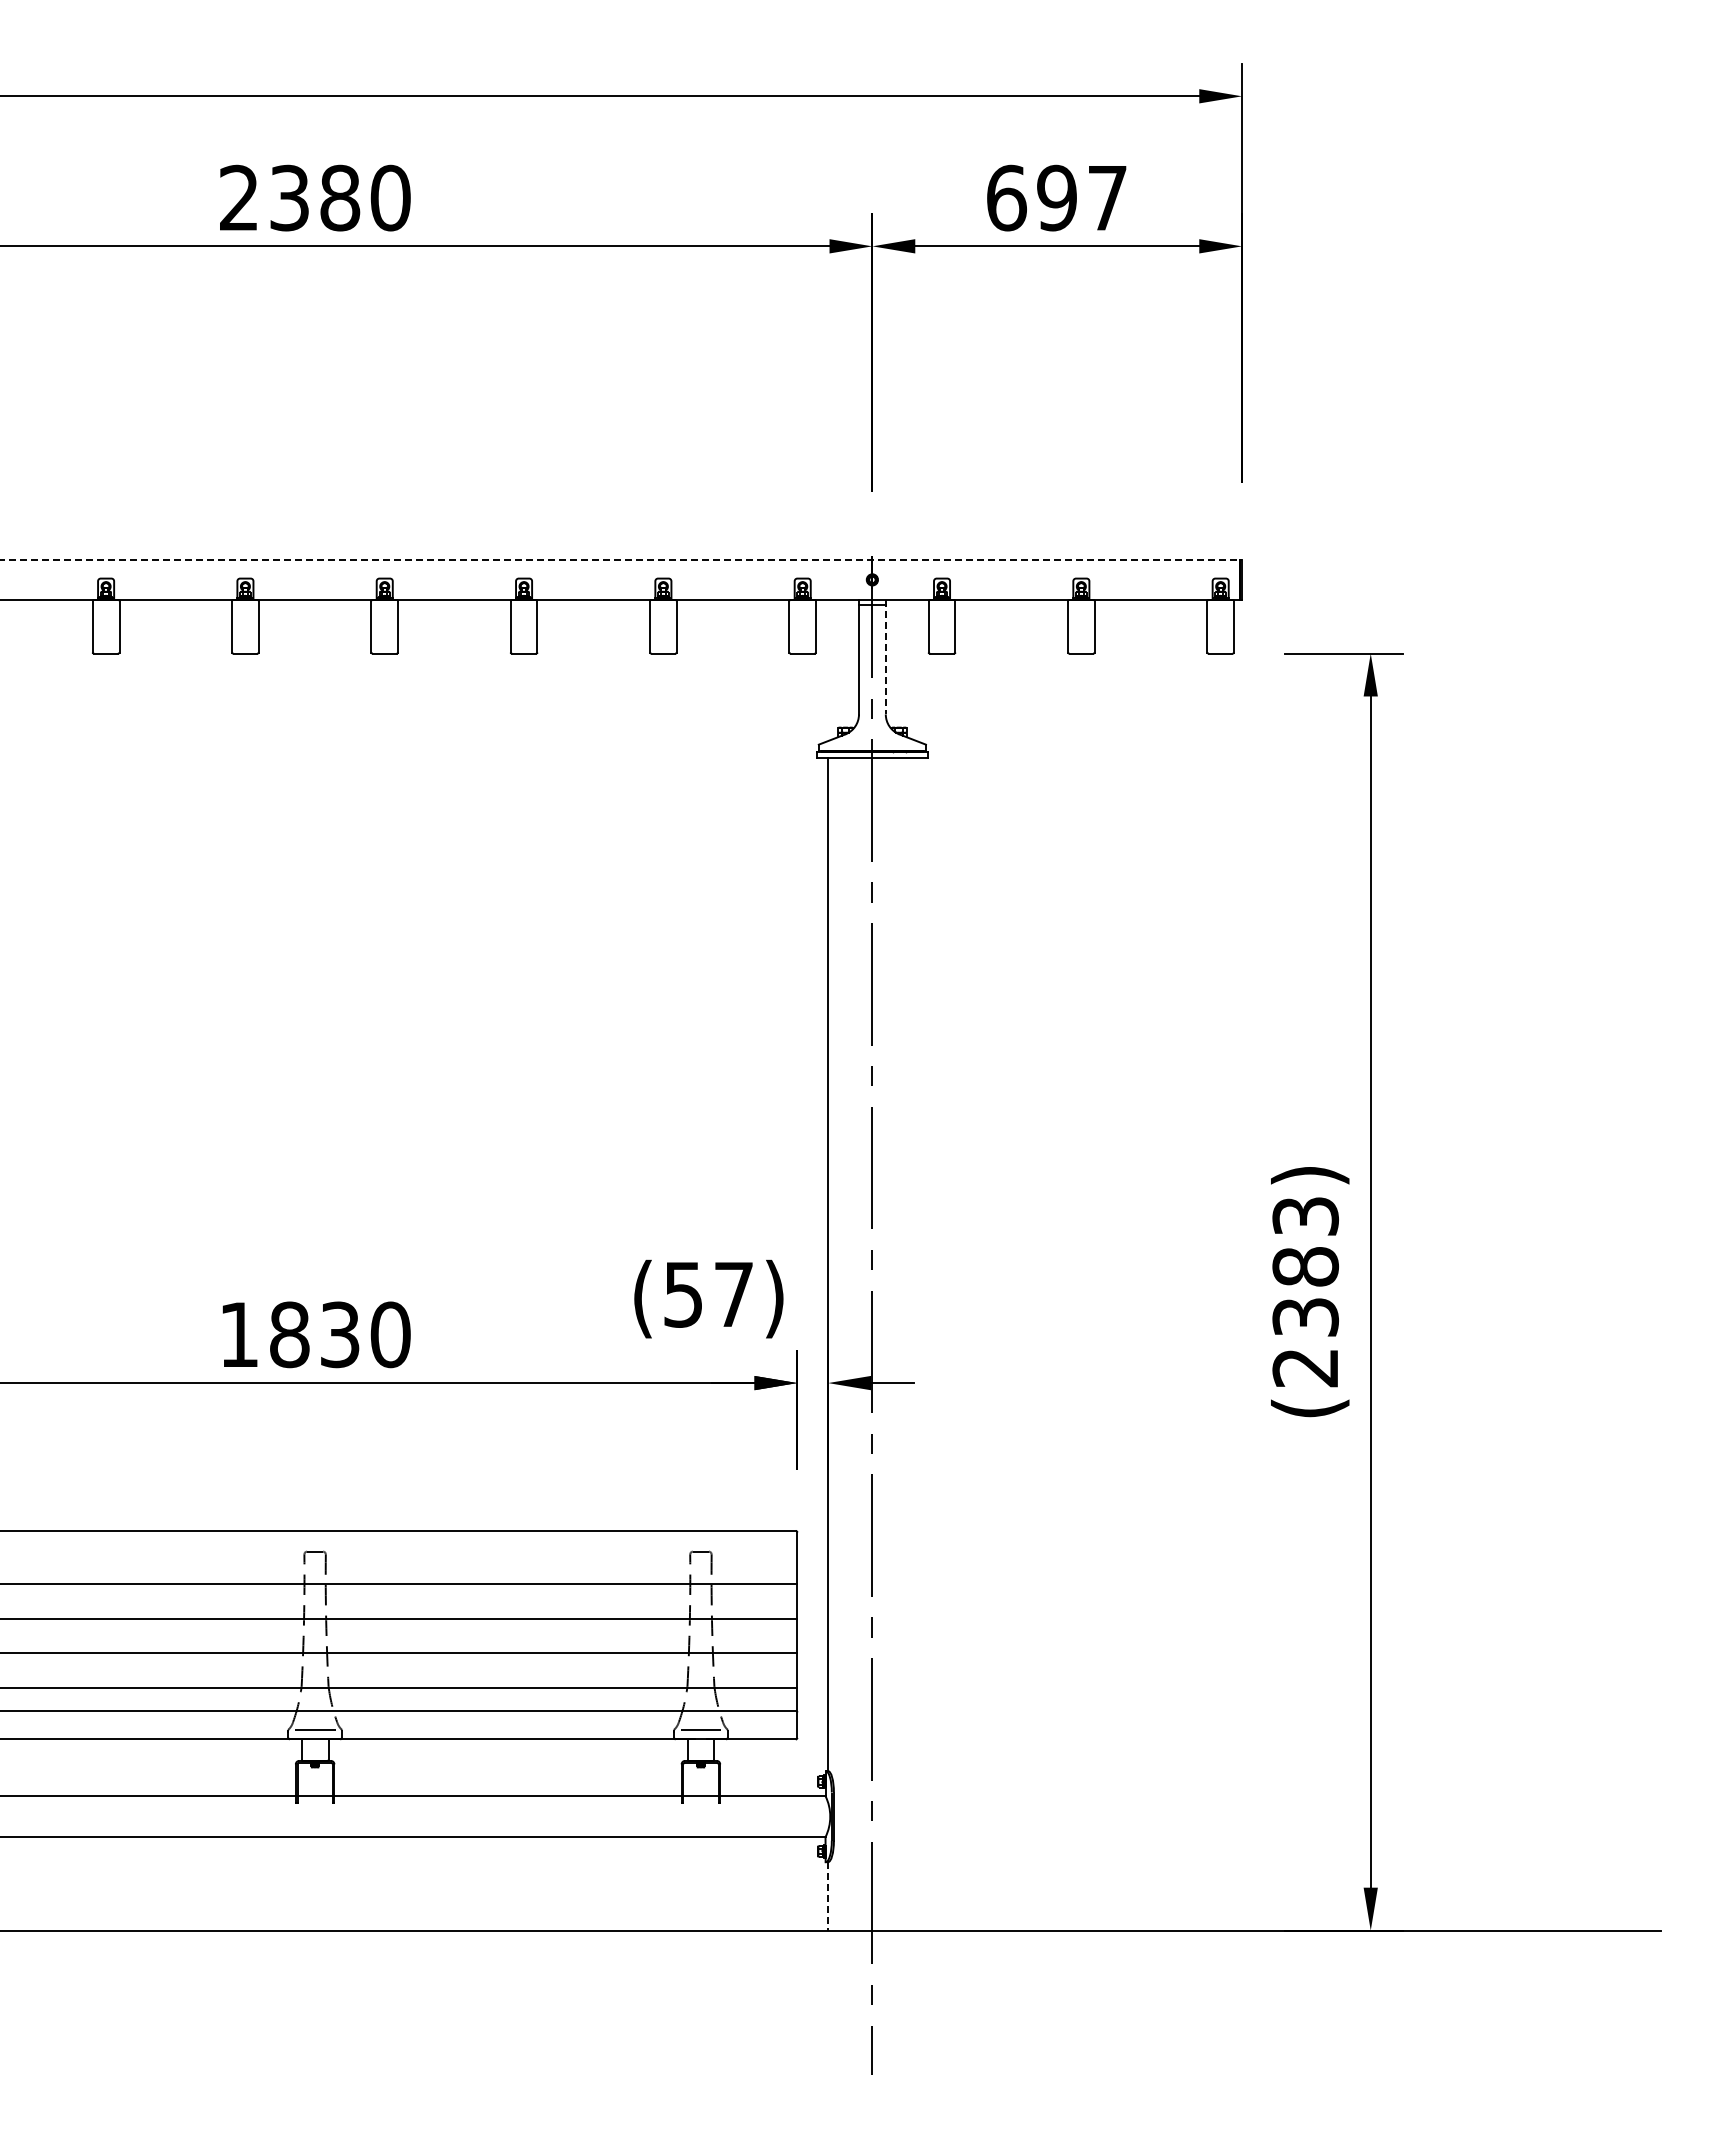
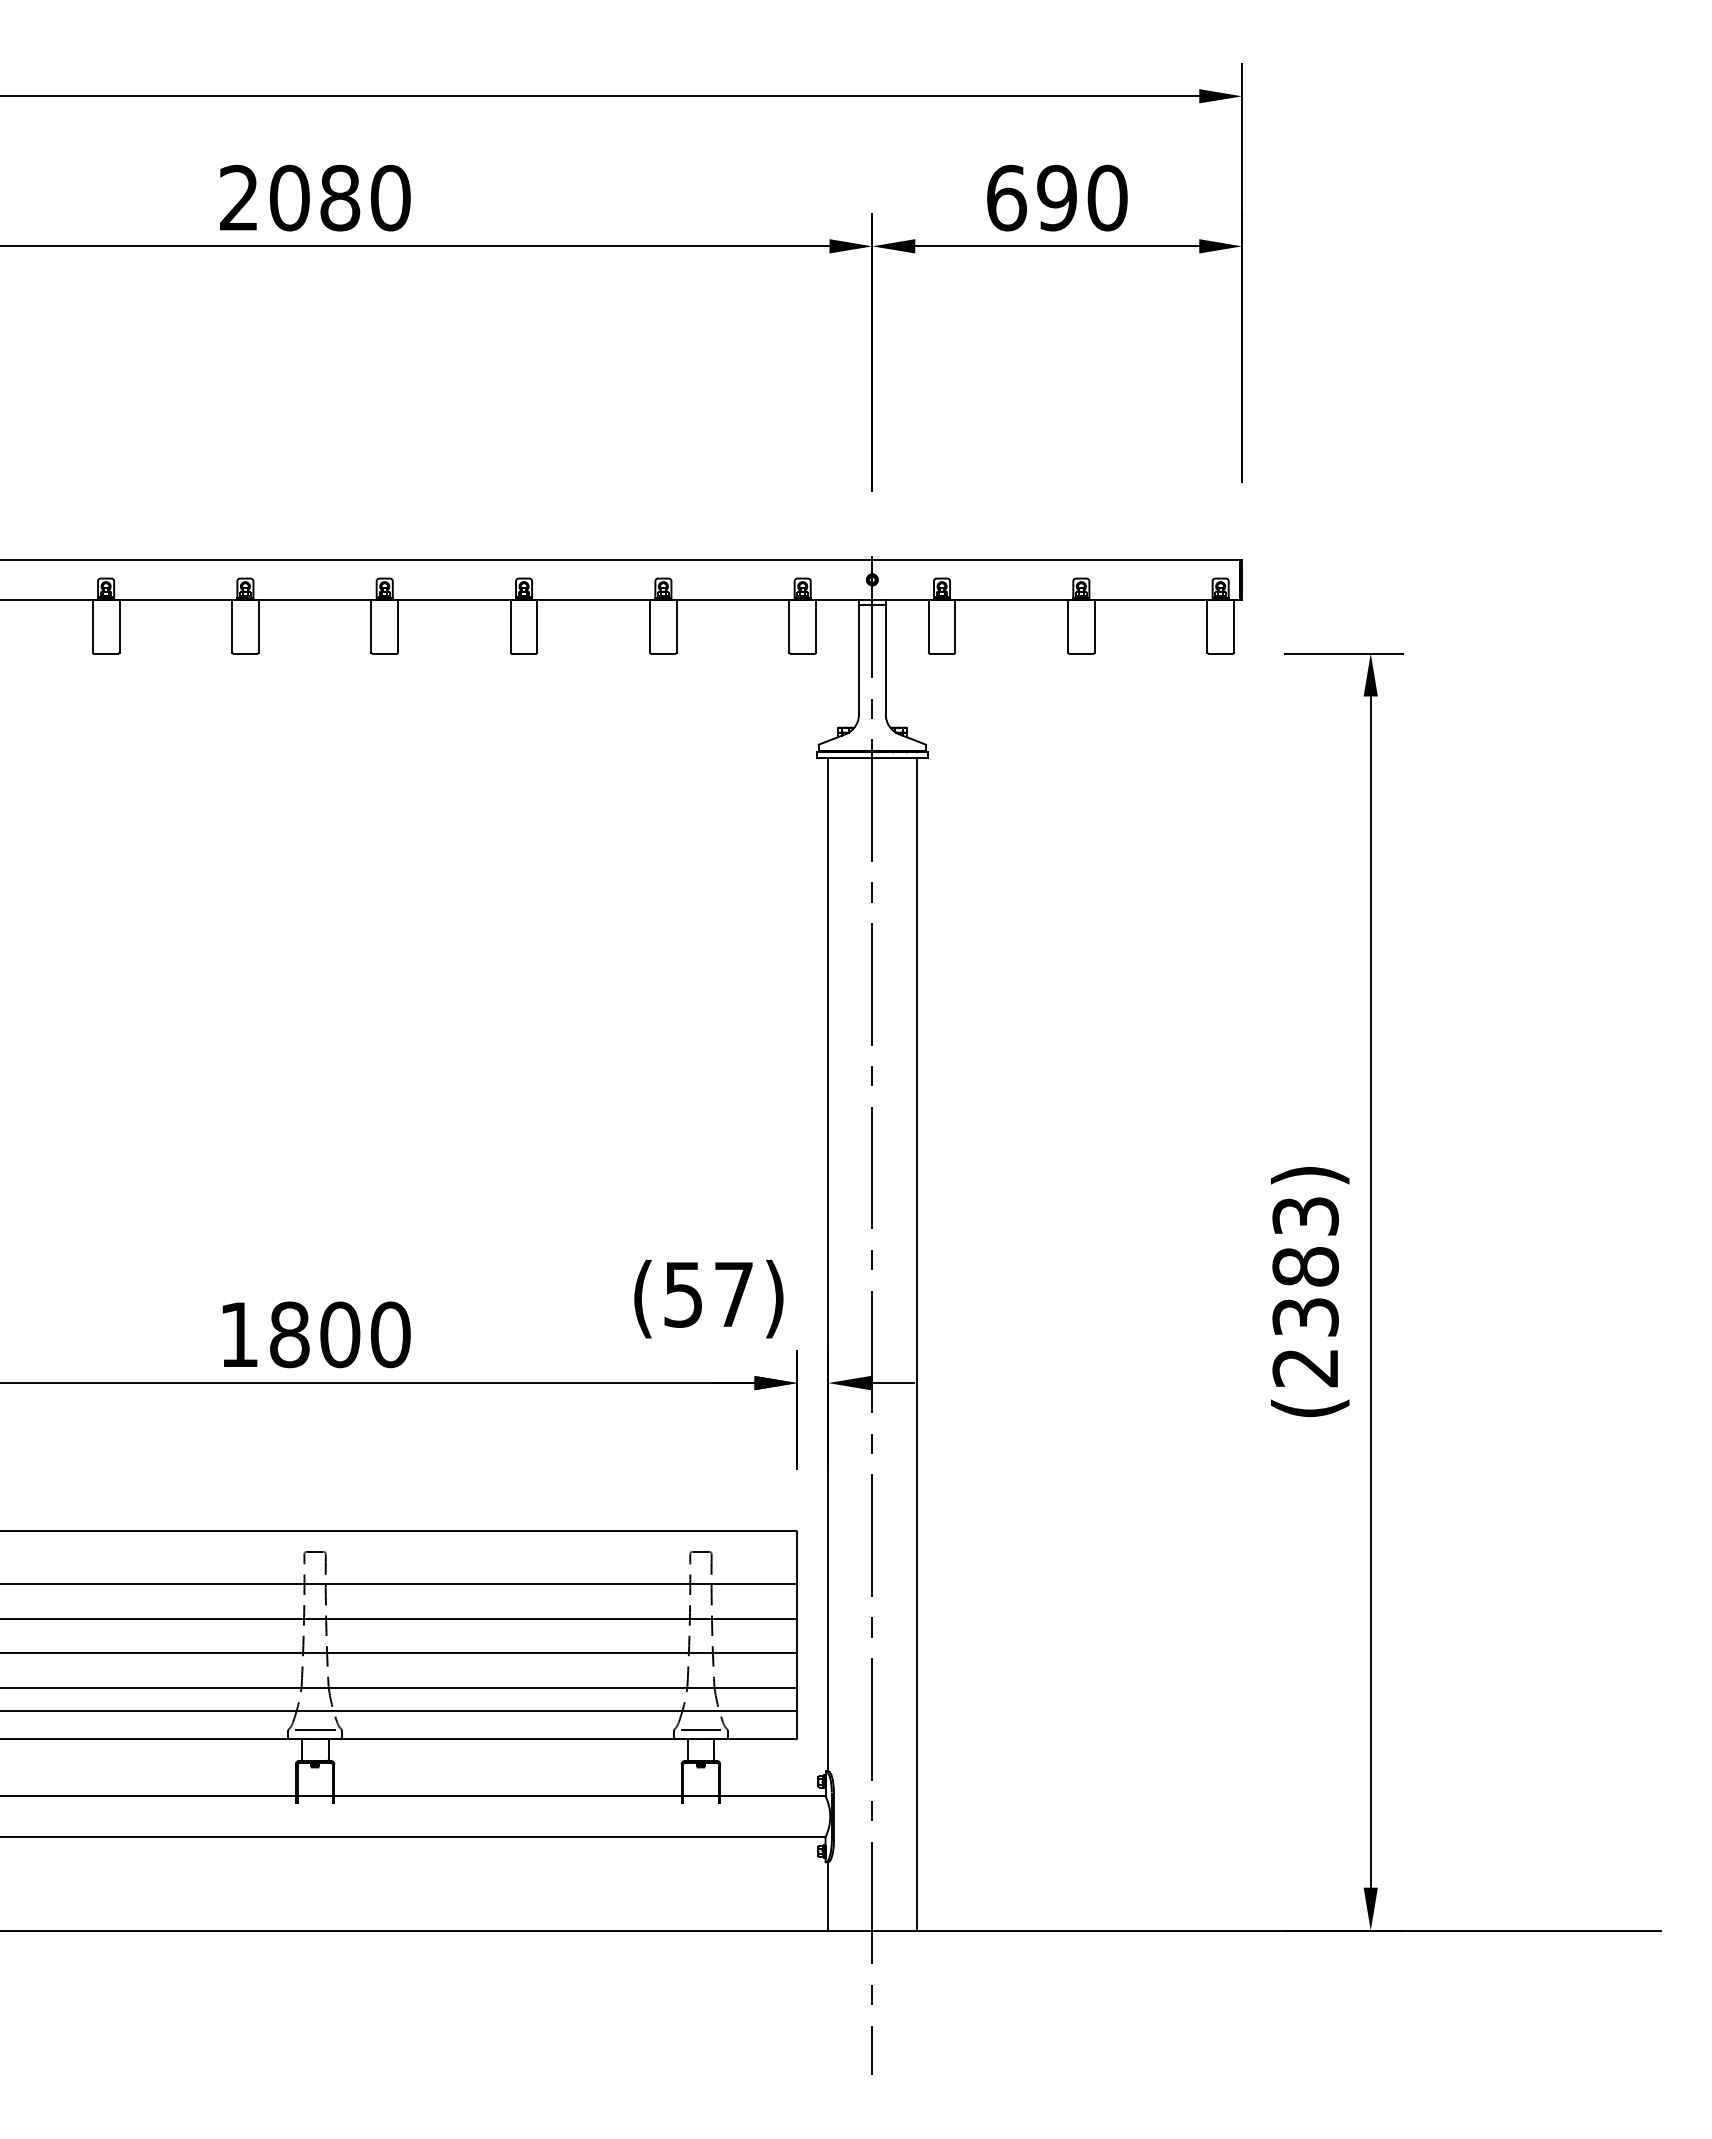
text at (289, 197): 2380 -> 2080
text at (1107, 197): 697 -> 690
line at (621, 559): dashed -> solid
line at (885, 657): dashed -> solid
text at (340, 1334): 1830 -> 1800
line at (916, 1344): none -> present
line at (828, 1896): dashed -> solid
